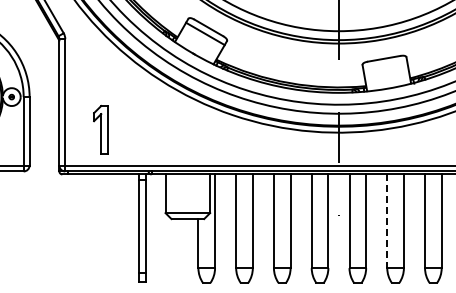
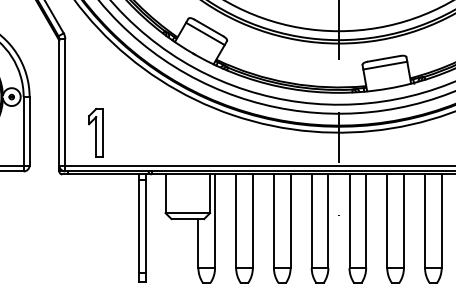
line at (385, 65): none -> present
part at (100, 129) position: (100, 129) -> (95, 132)
line at (387, 221): dashed -> solid
